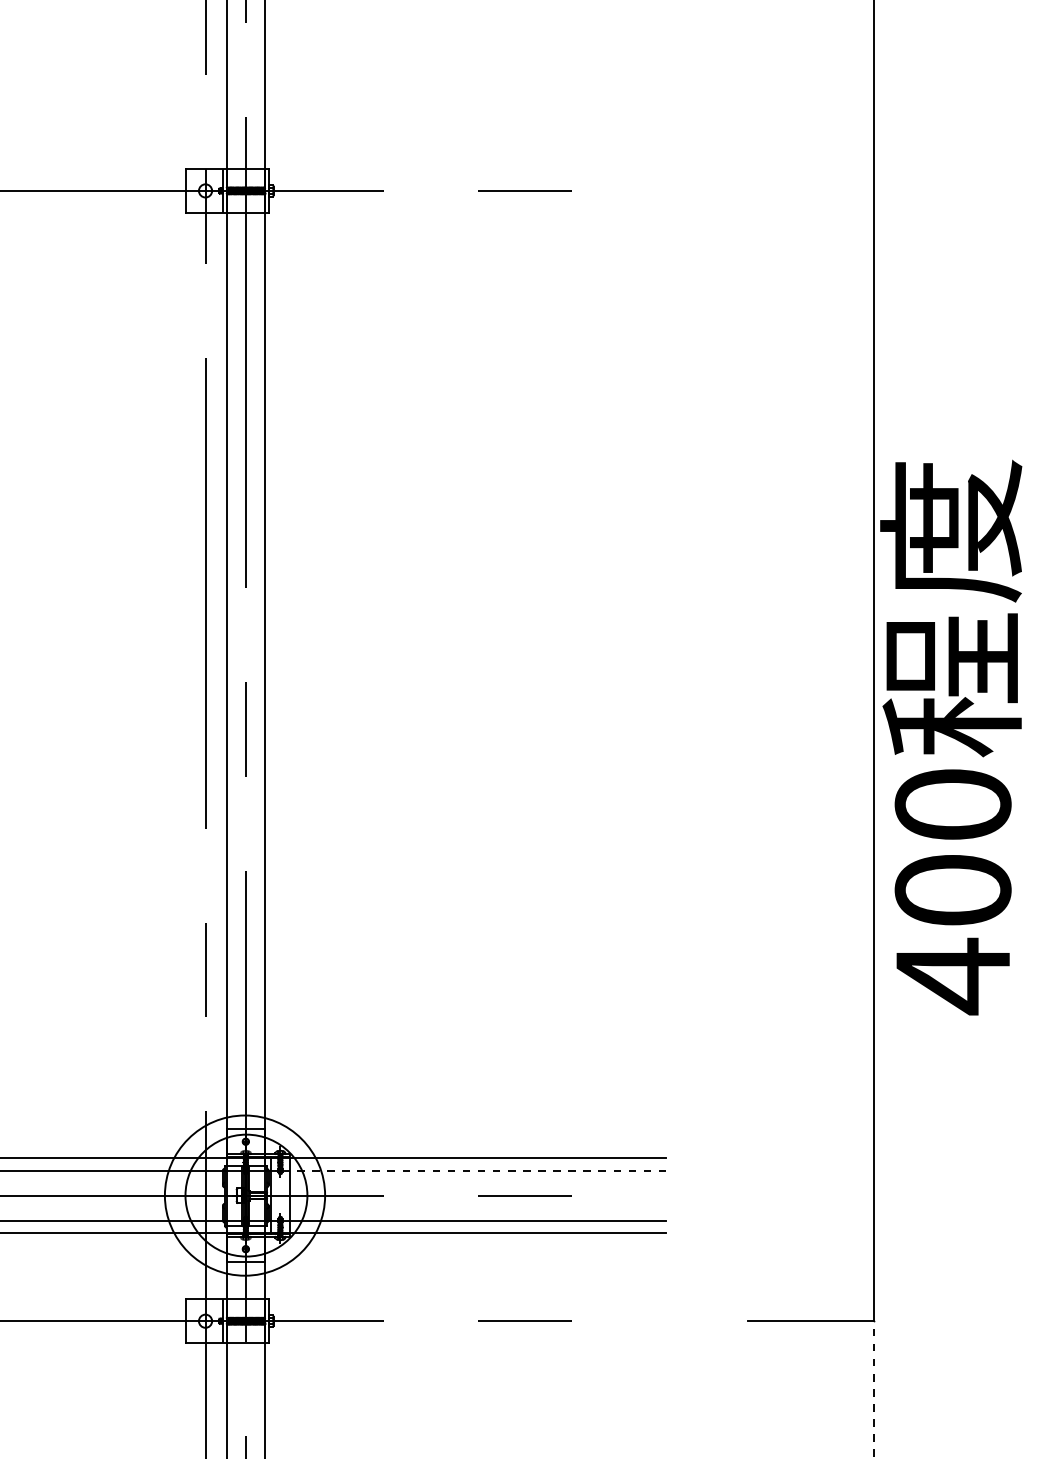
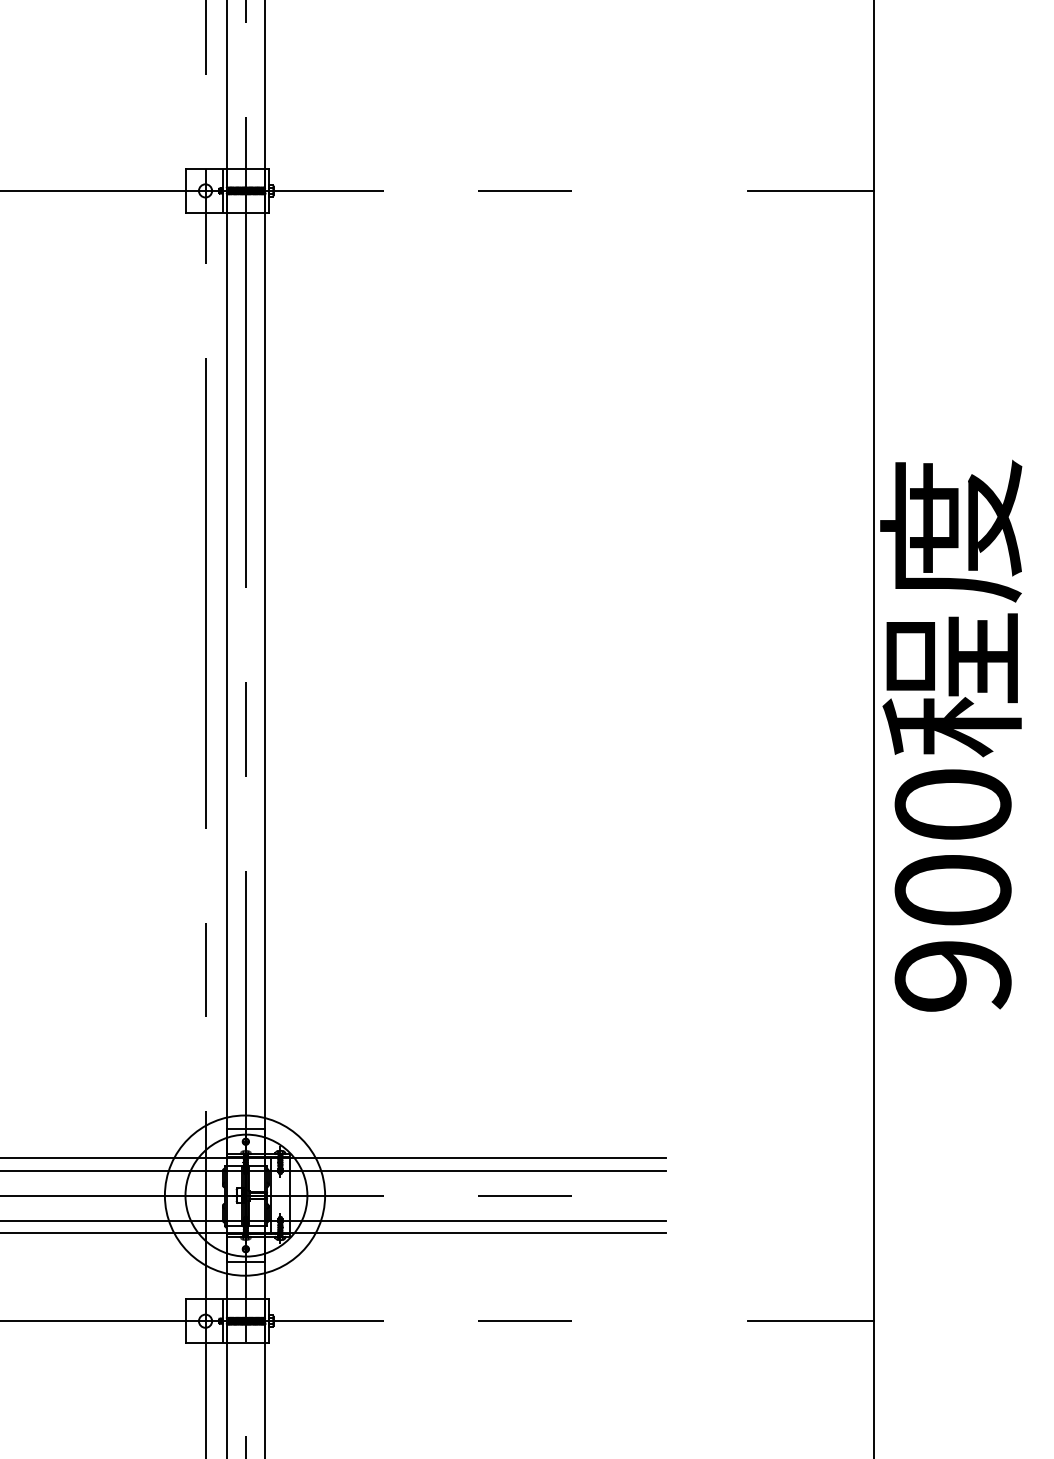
line at (810, 190): none -> present
text at (952, 976): 400 -> 900
line at (477, 1170): dashed -> solid
line at (873, 1389): dashed -> solid
